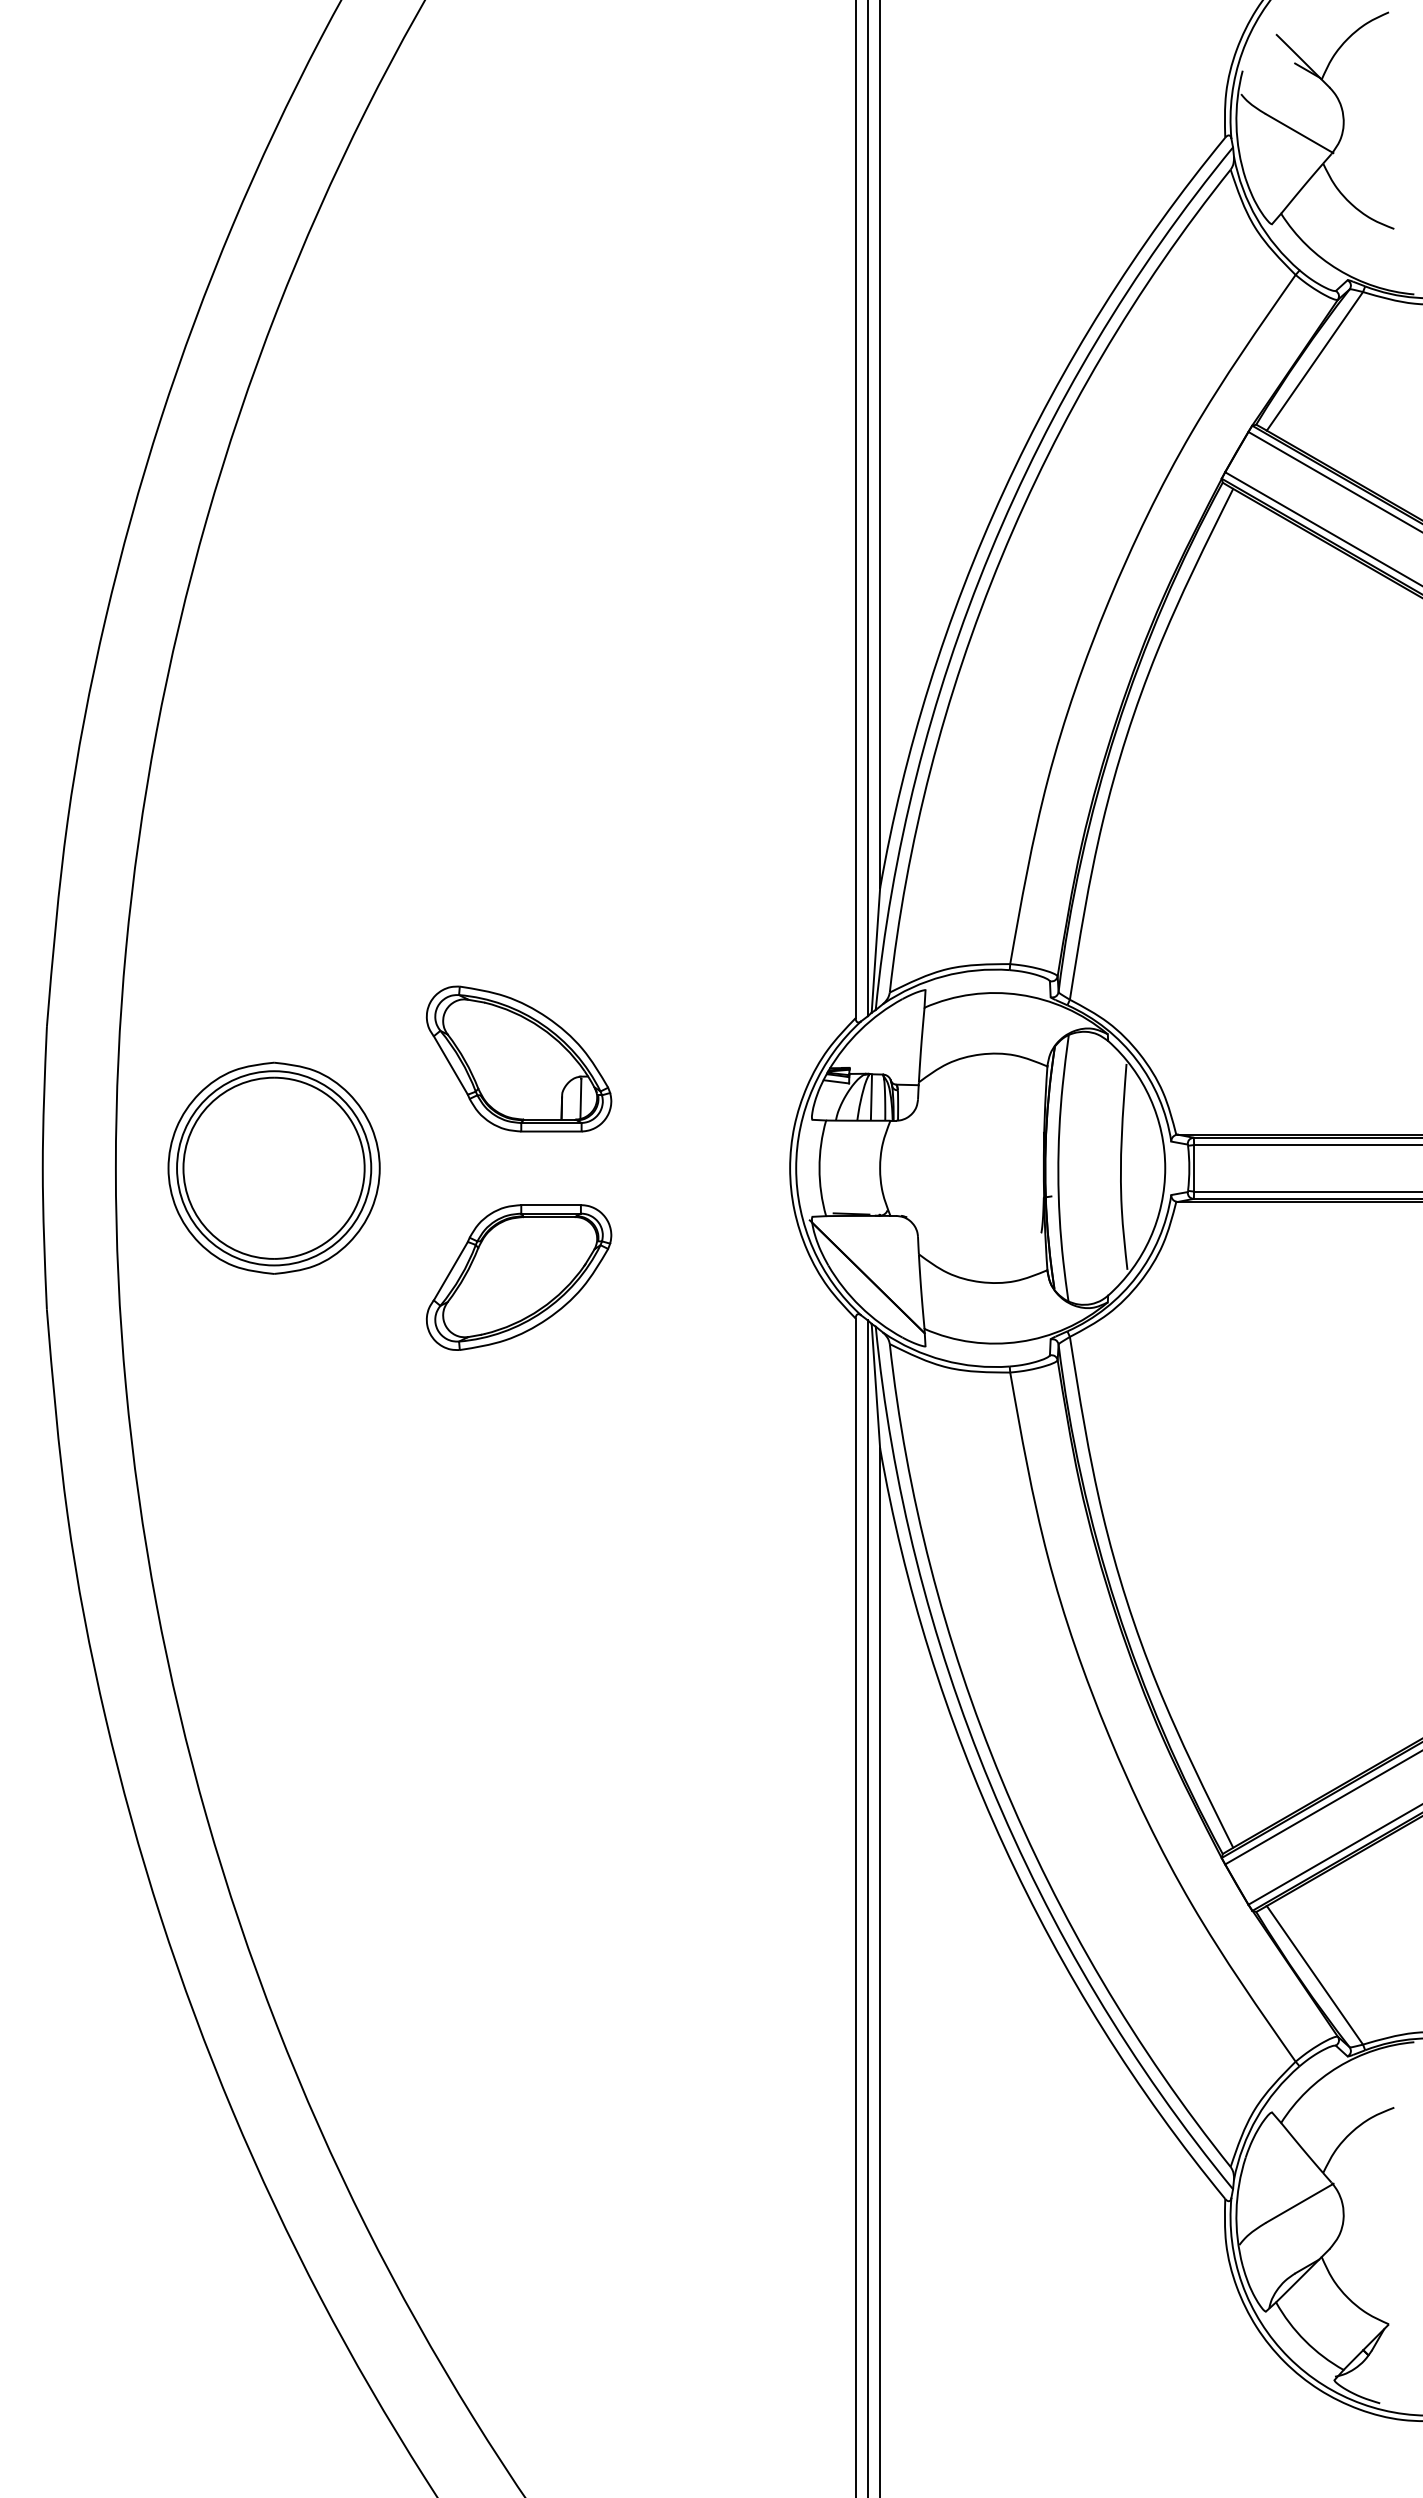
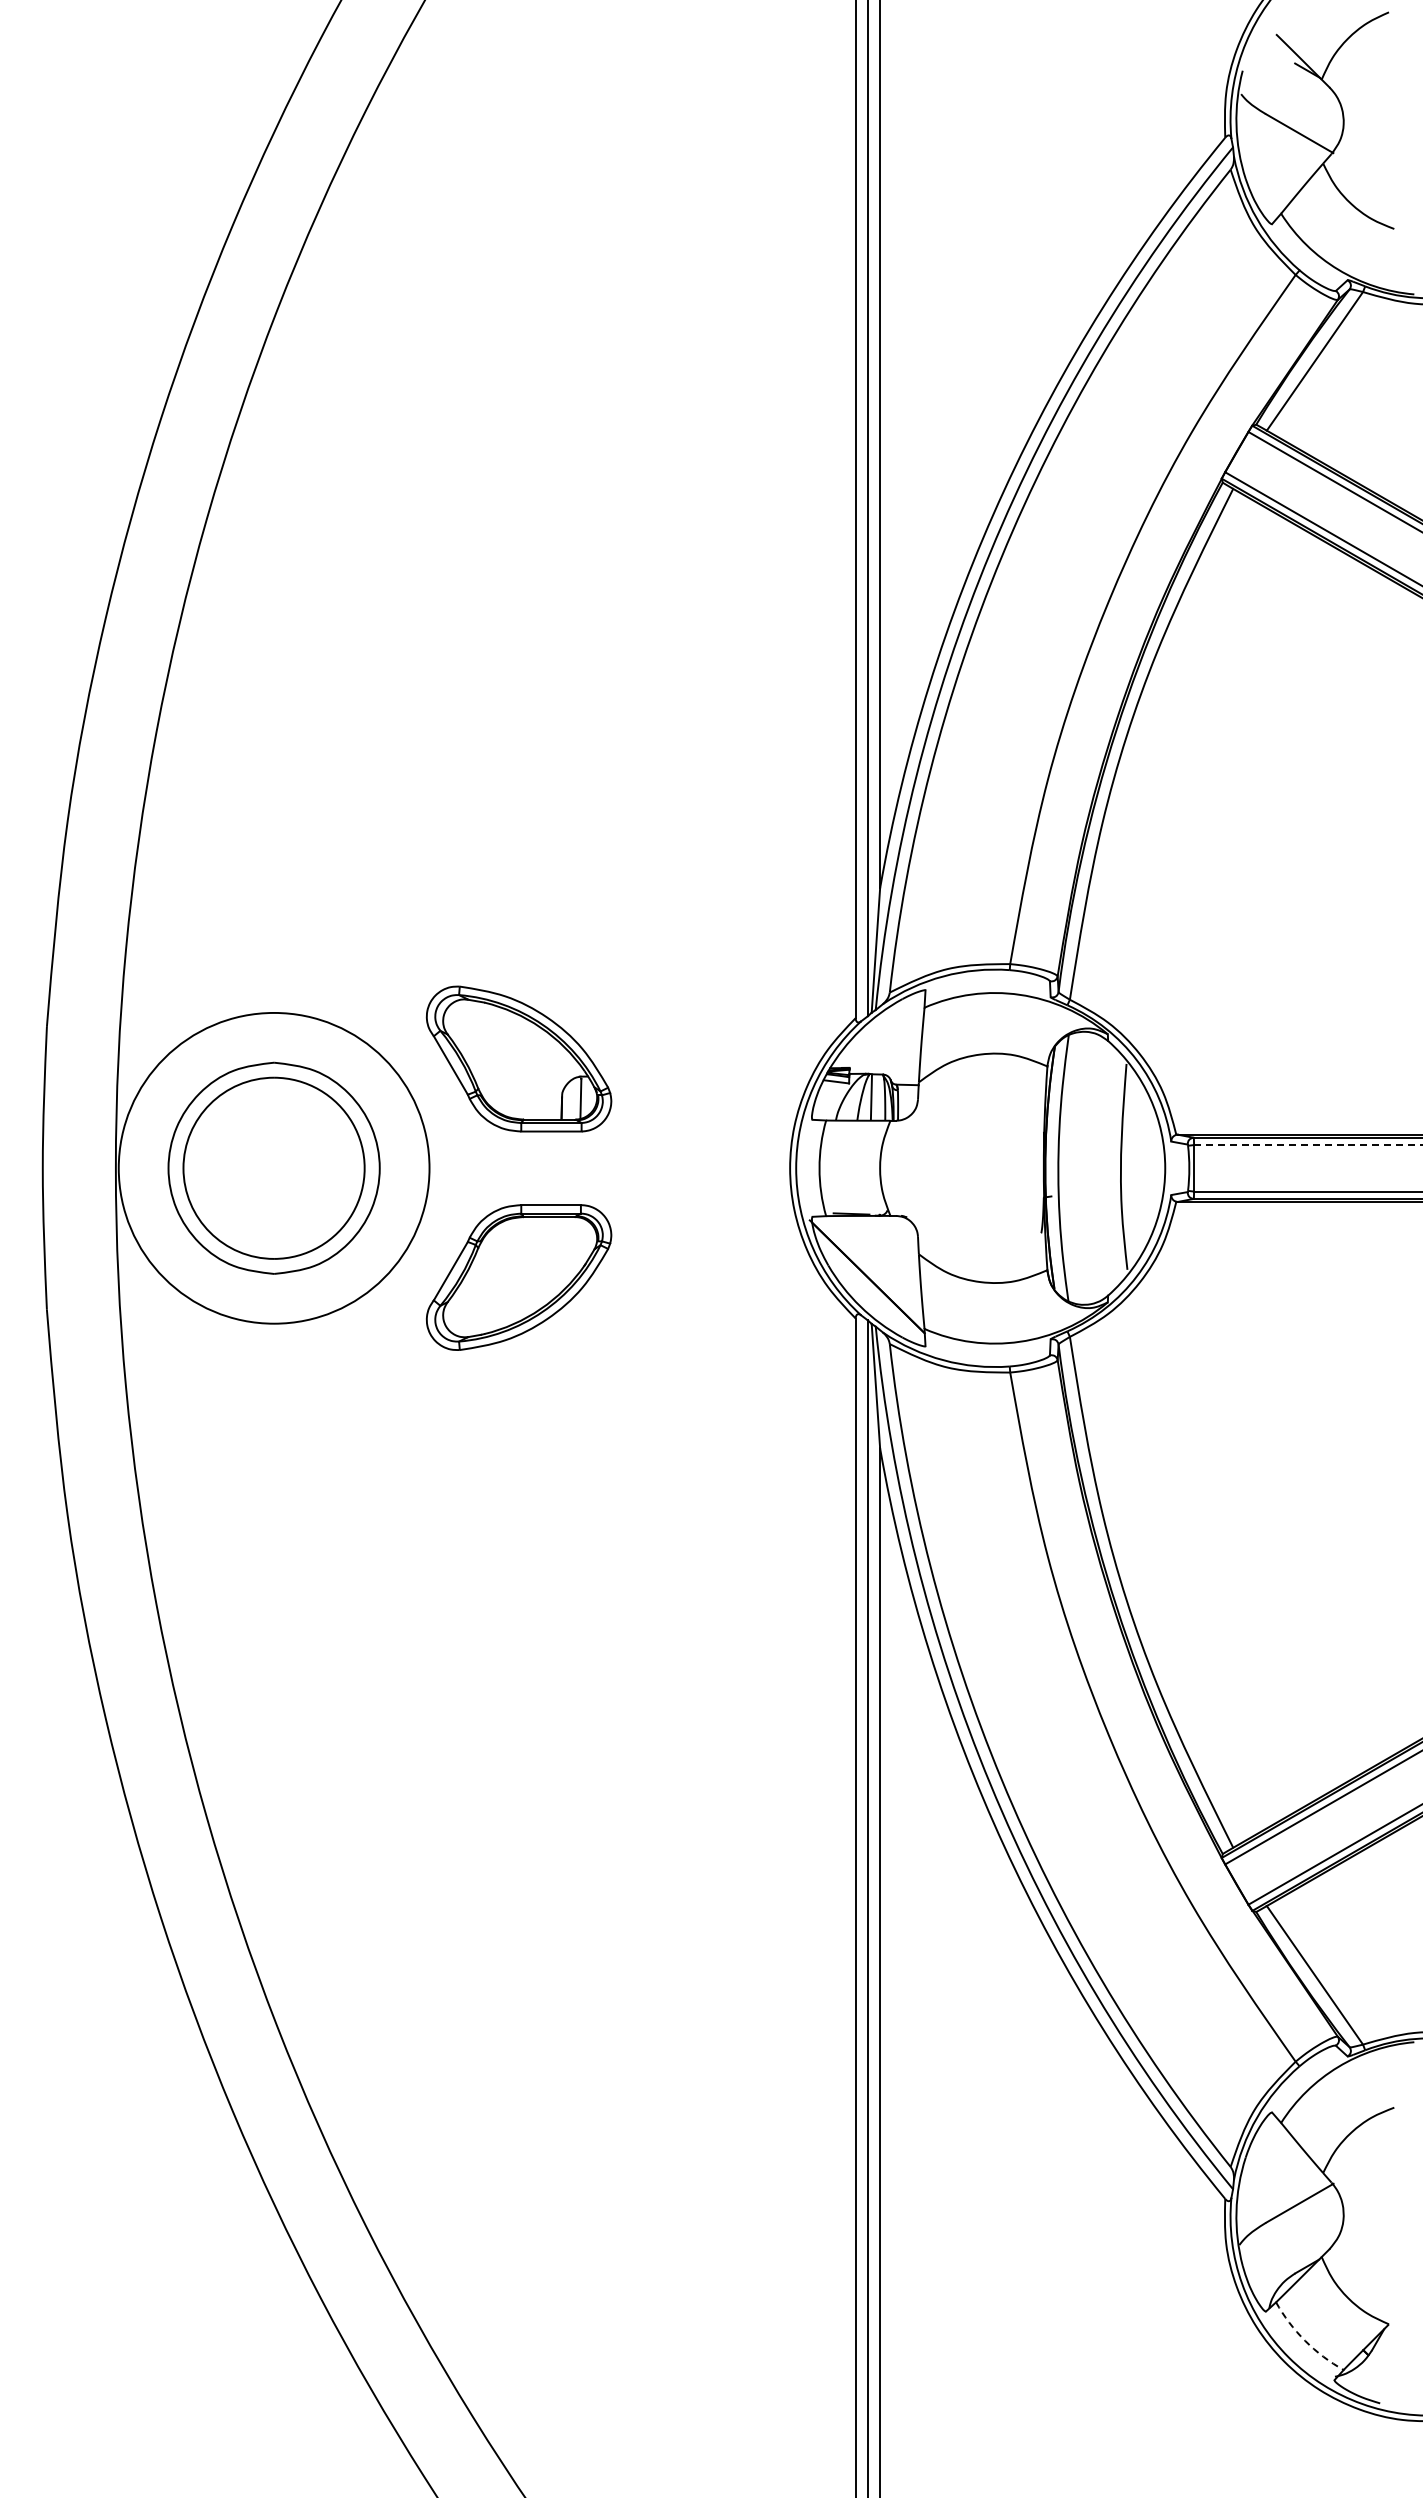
line at (1308, 1145): solid -> dashed
circle at (274, 1168) diameter: 194 px -> 311 px
arc at (1305, 2340): solid -> dashed
